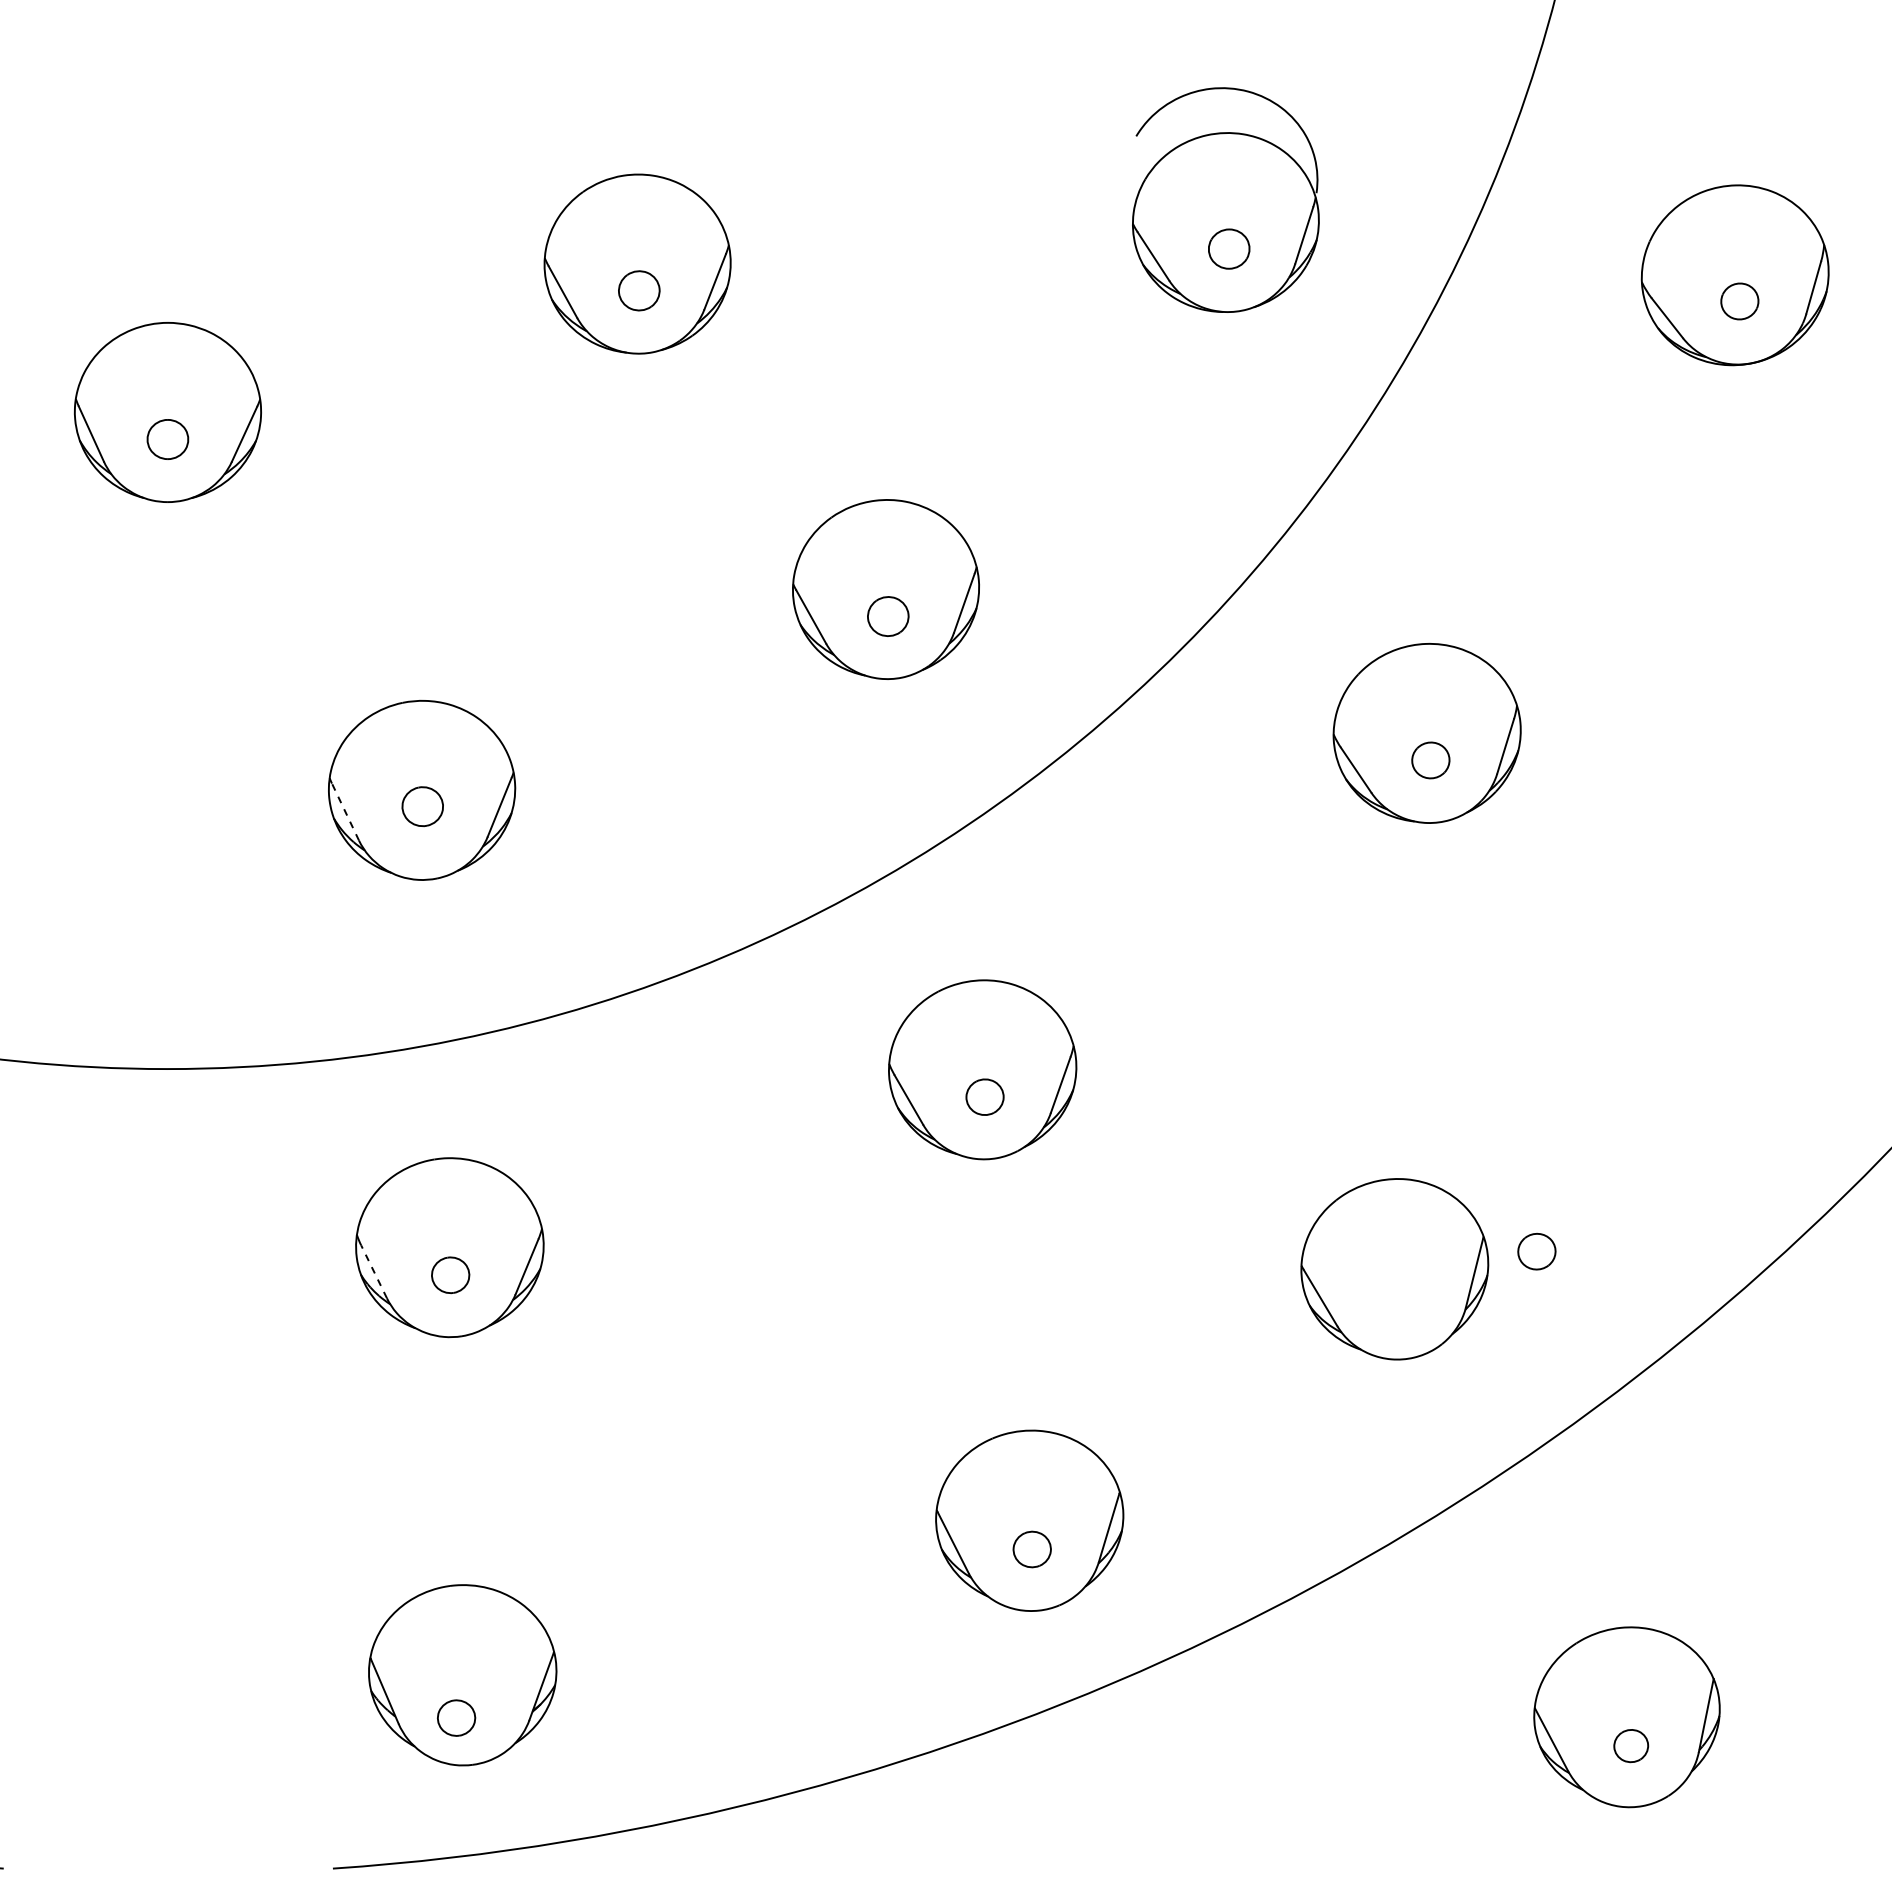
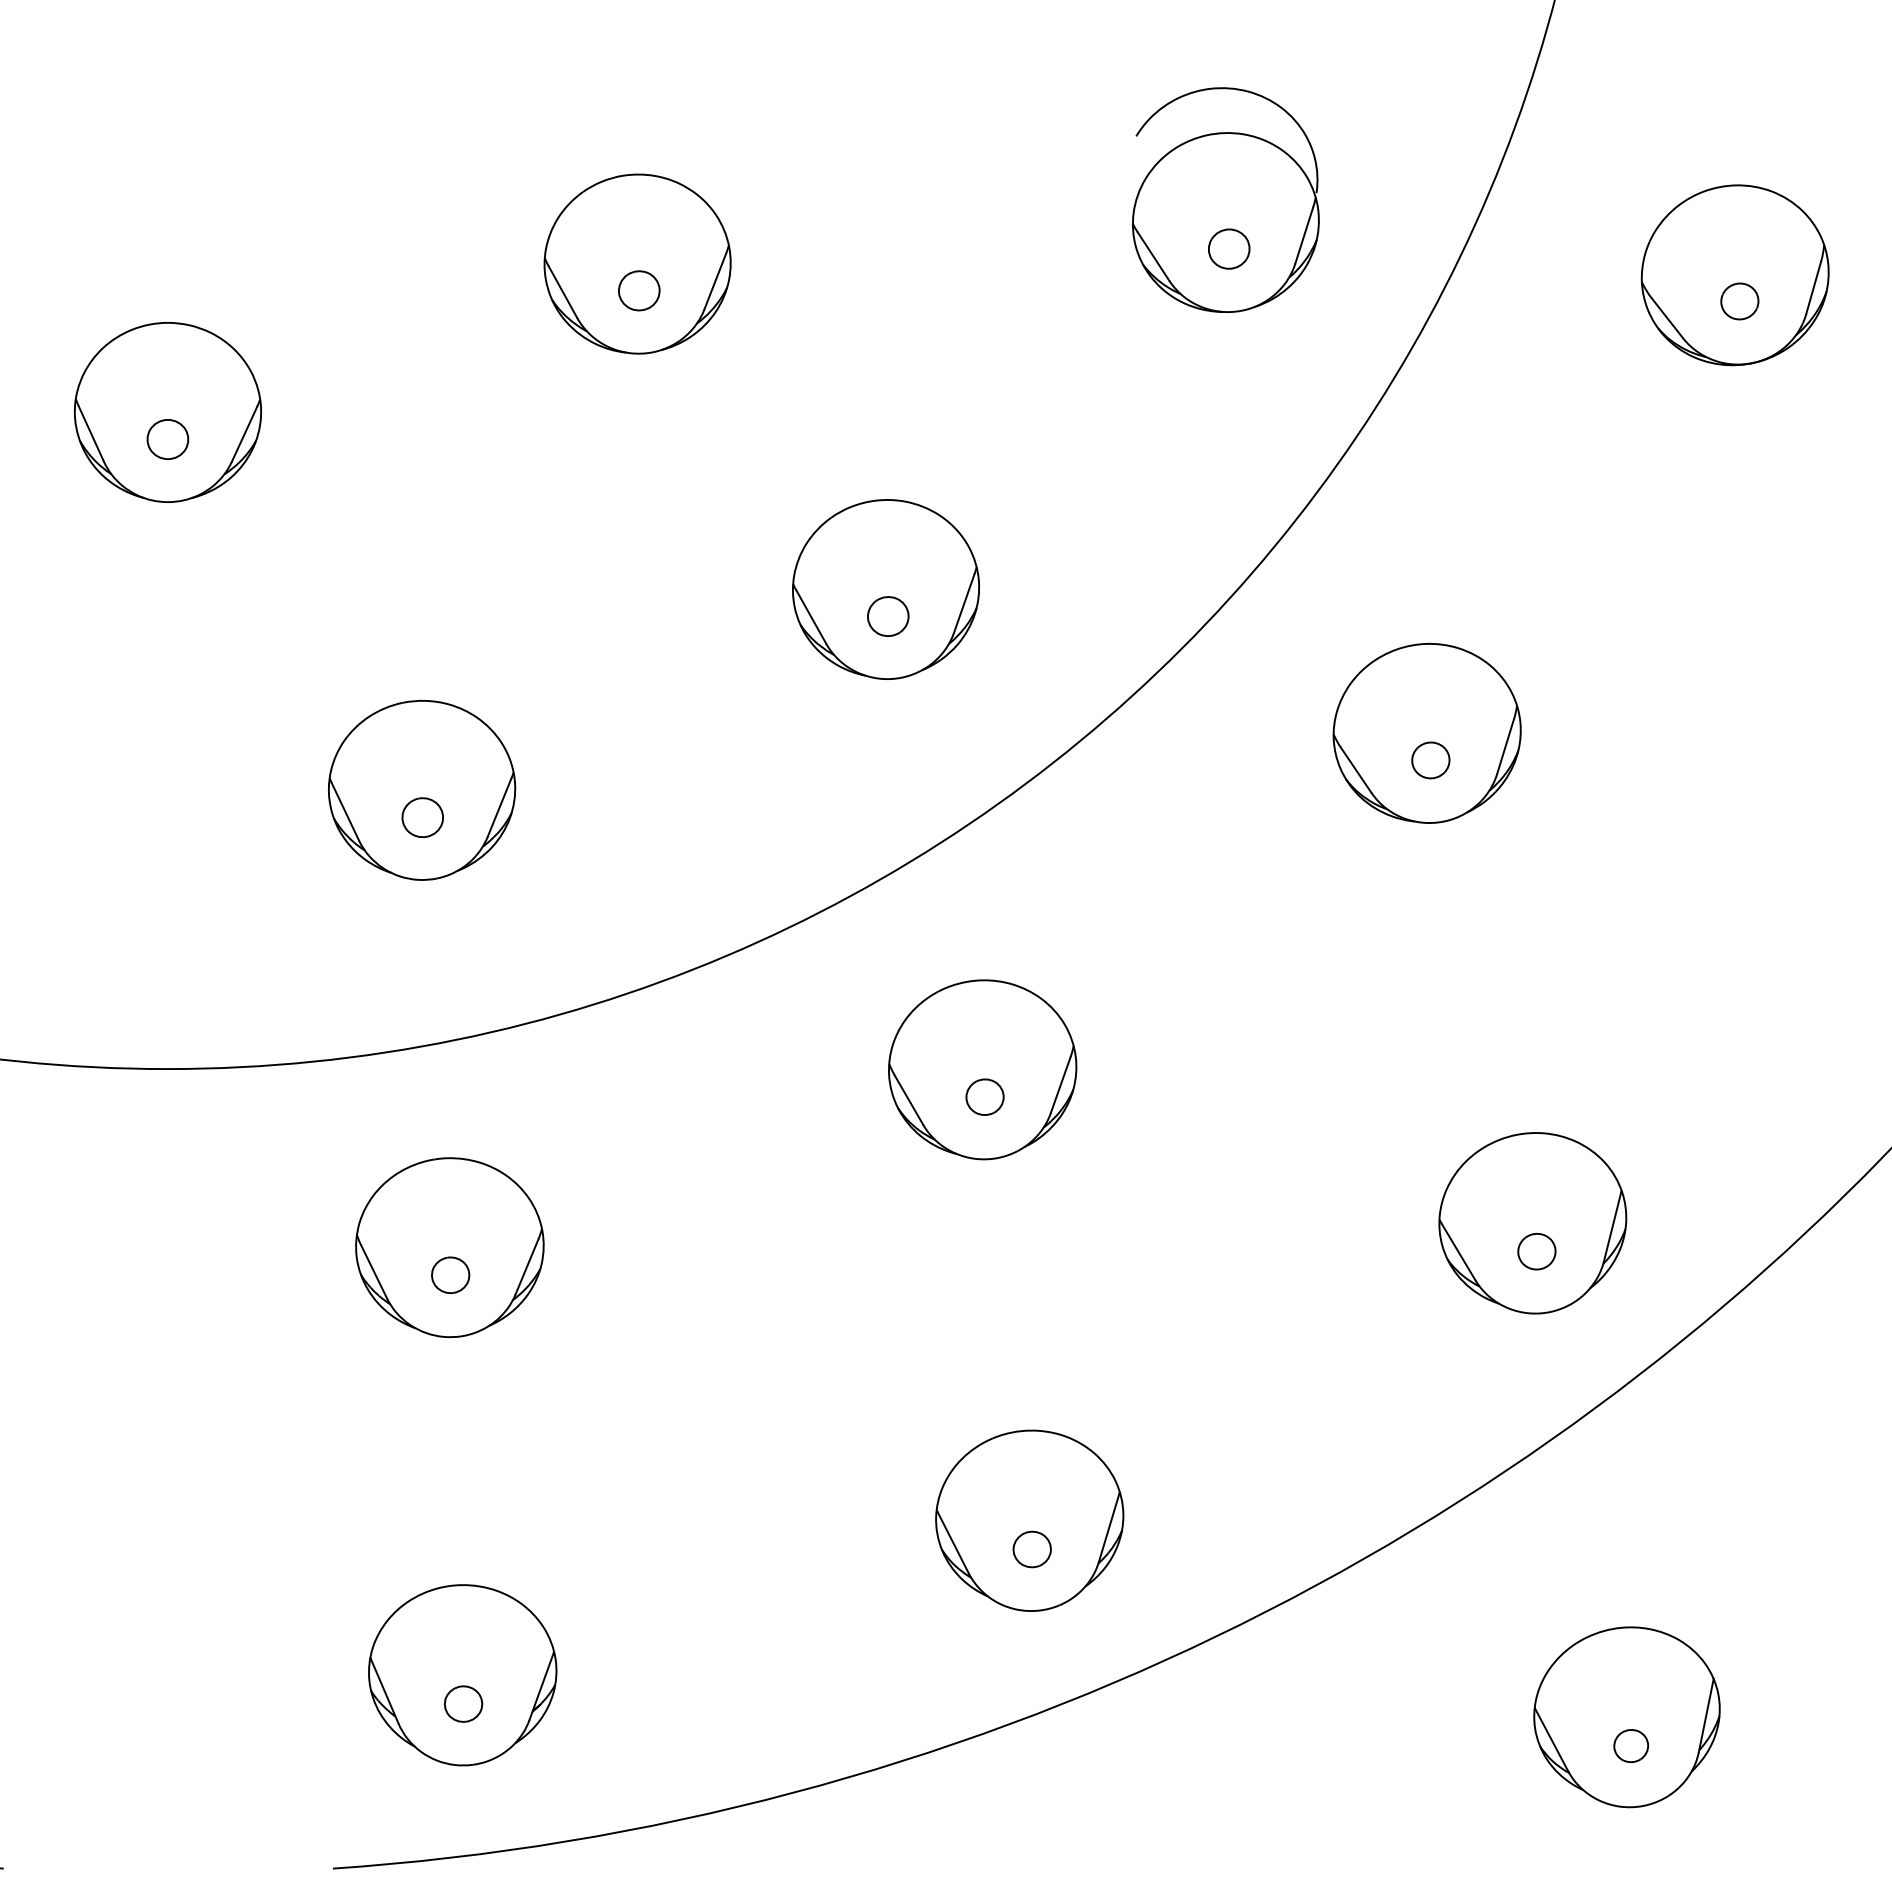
part at (422, 806) position: (422, 806) -> (422, 817)
line at (345, 812): dashed -> solid
part at (1394, 1269) position: (1394, 1269) -> (1532, 1223)
line at (373, 1271): dashed -> solid
part at (456, 1717) position: (456, 1717) -> (463, 1703)
